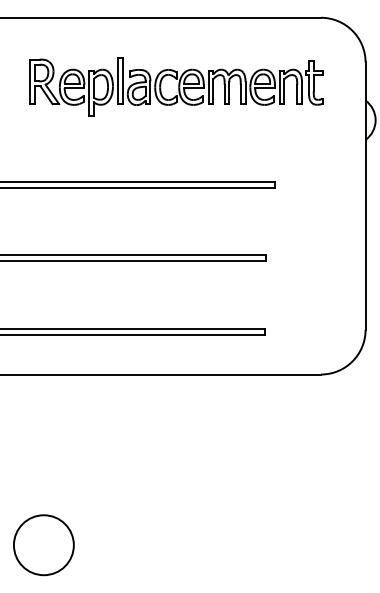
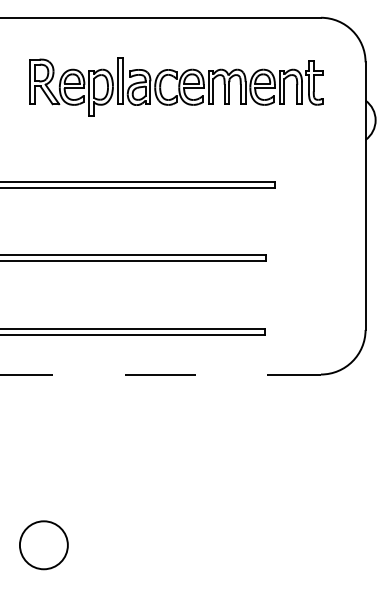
line at (161, 374): solid -> dashed
circle at (43, 545) size: 62x63 px -> 50x51 px
